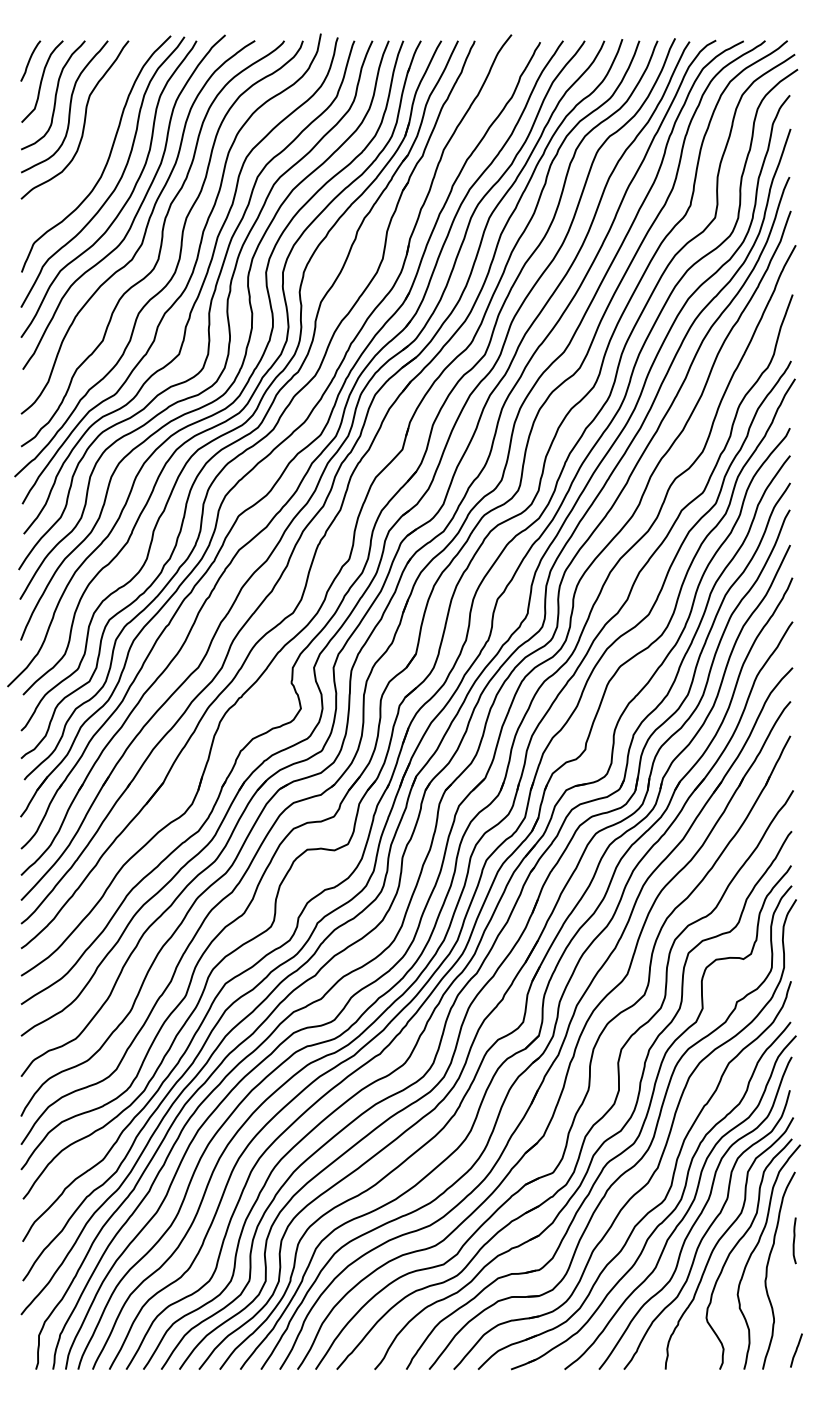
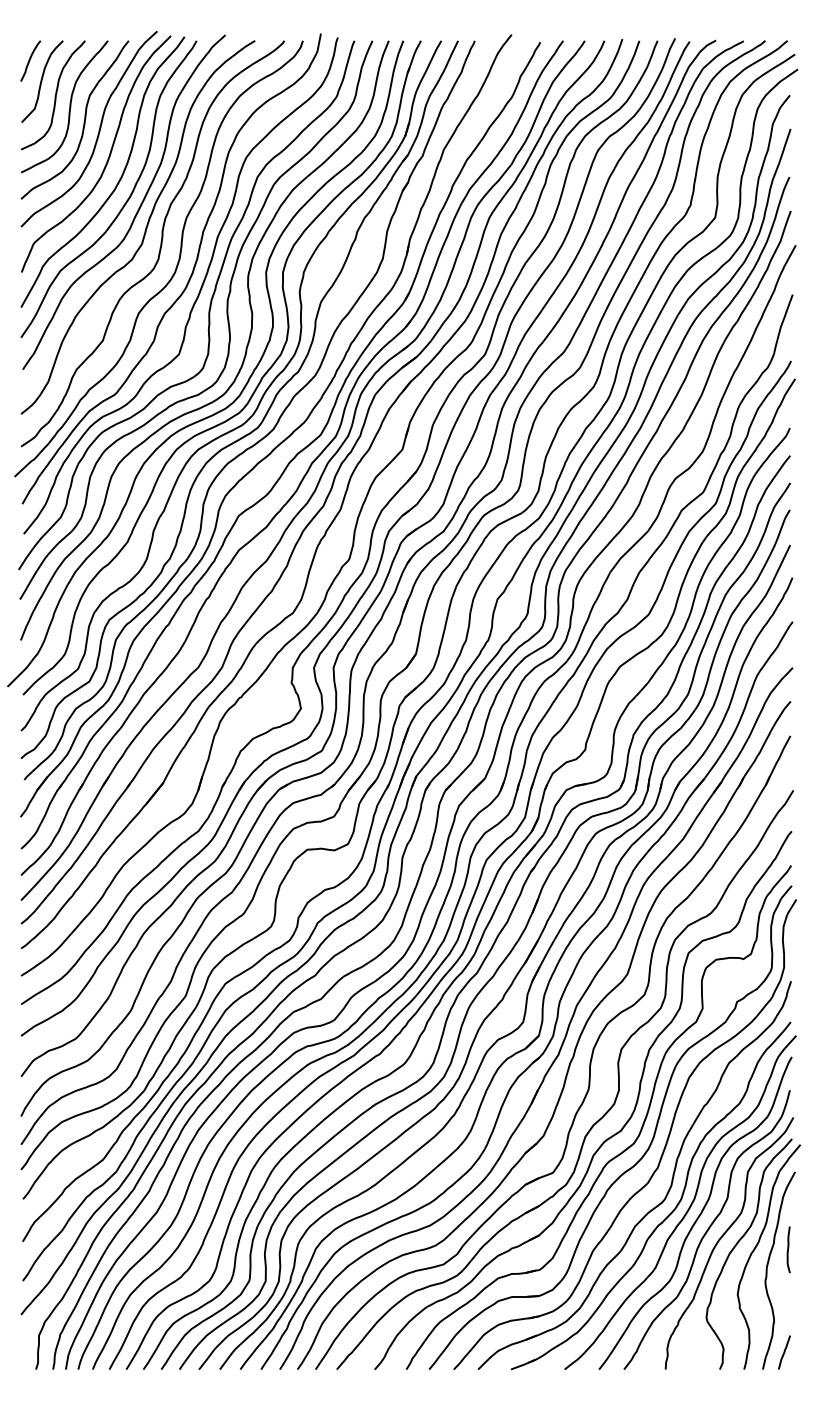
curve at (98, 130): none -> present
curve at (794, 1240) position: (794, 1240) -> (788, 1249)
line at (796, 1350) position: (796, 1350) -> (784, 1352)
